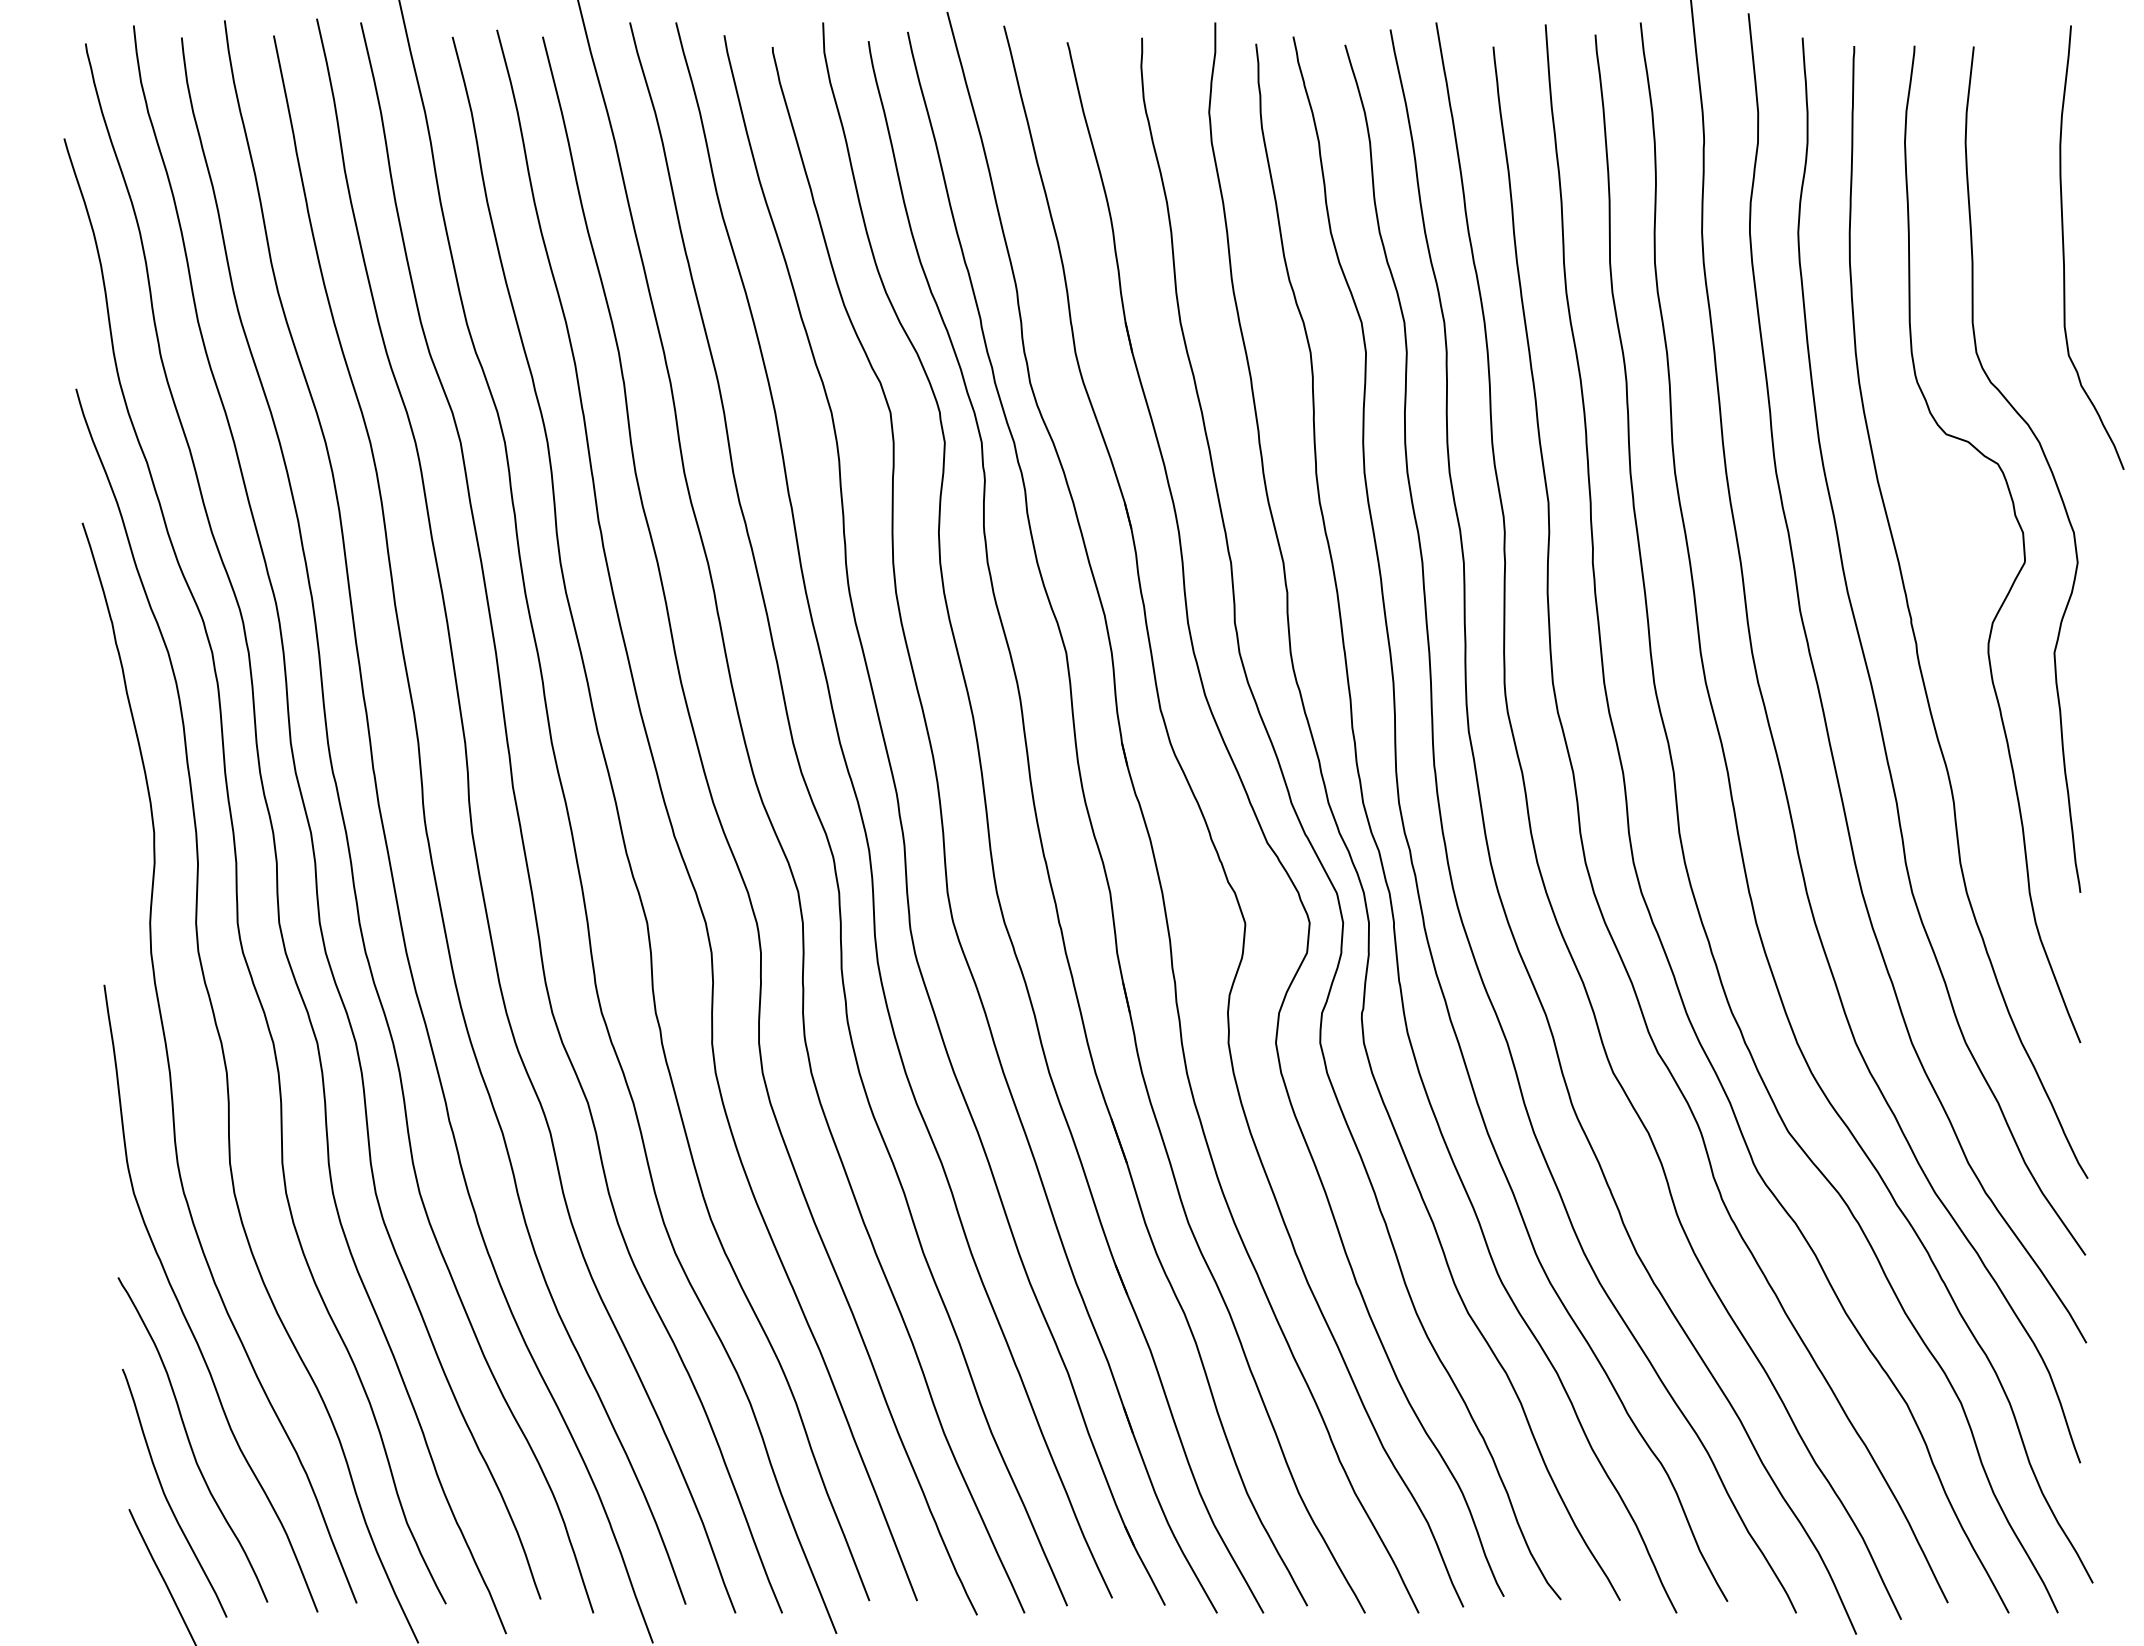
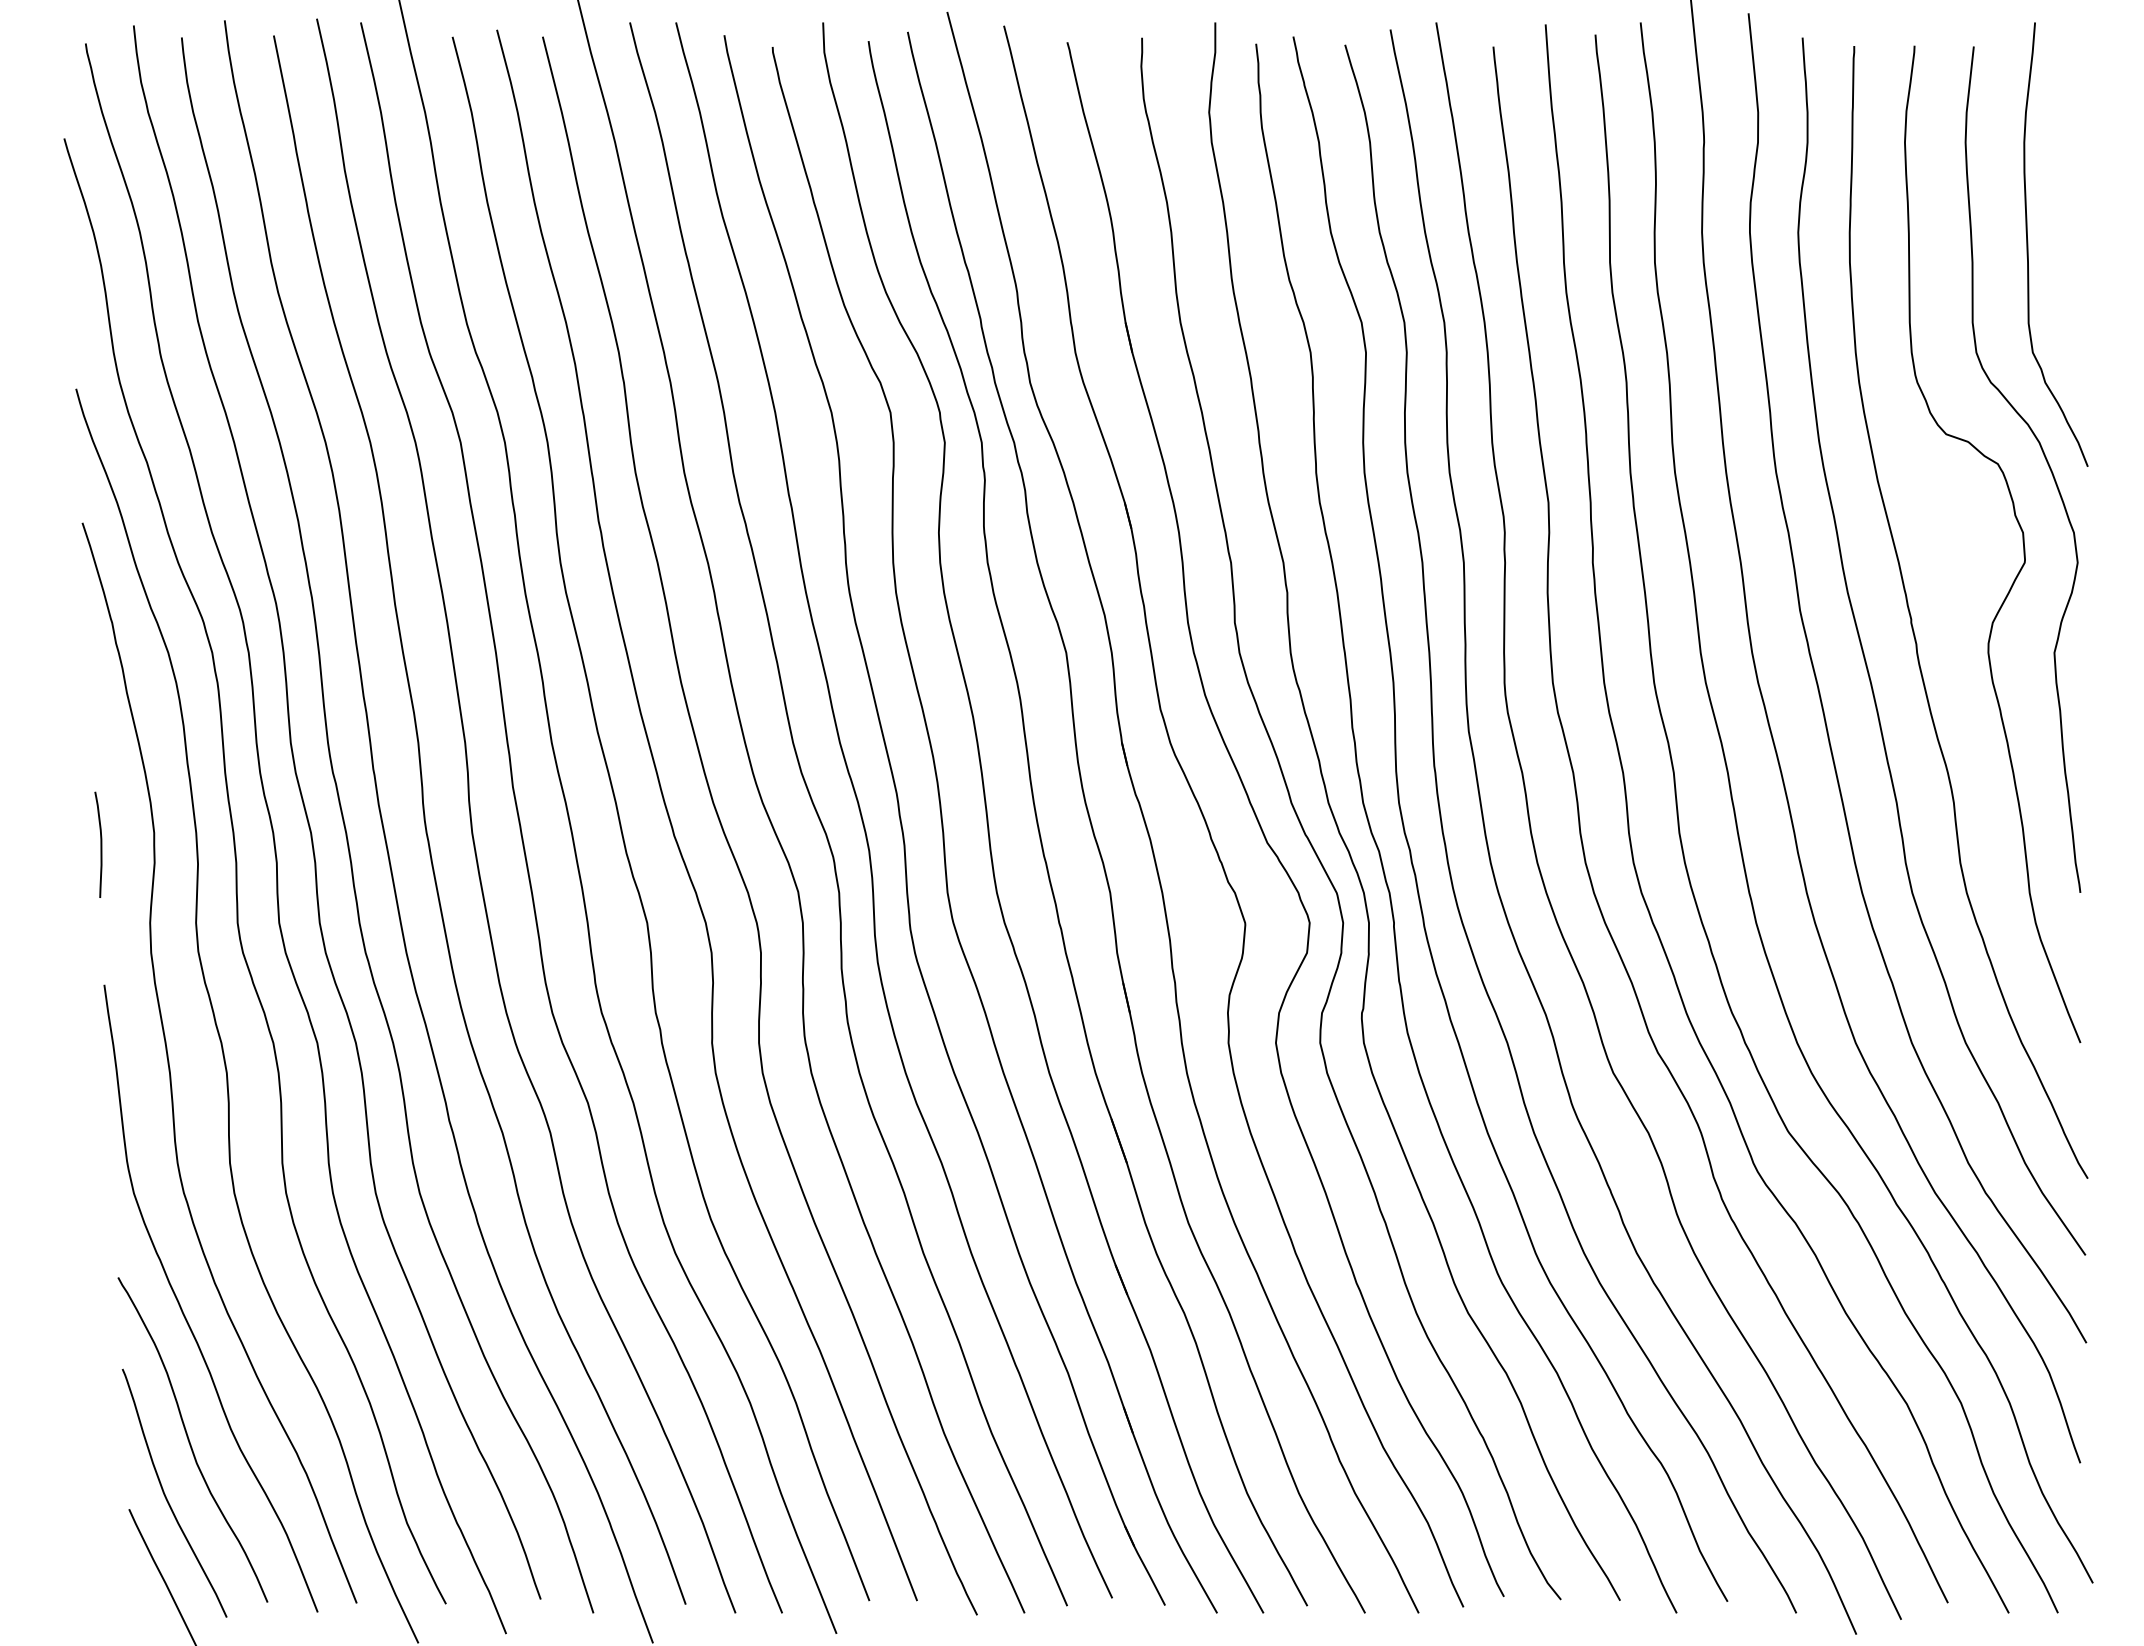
curve at (2064, 247) position: (2064, 247) -> (2028, 244)
curve at (100, 844): none -> present
